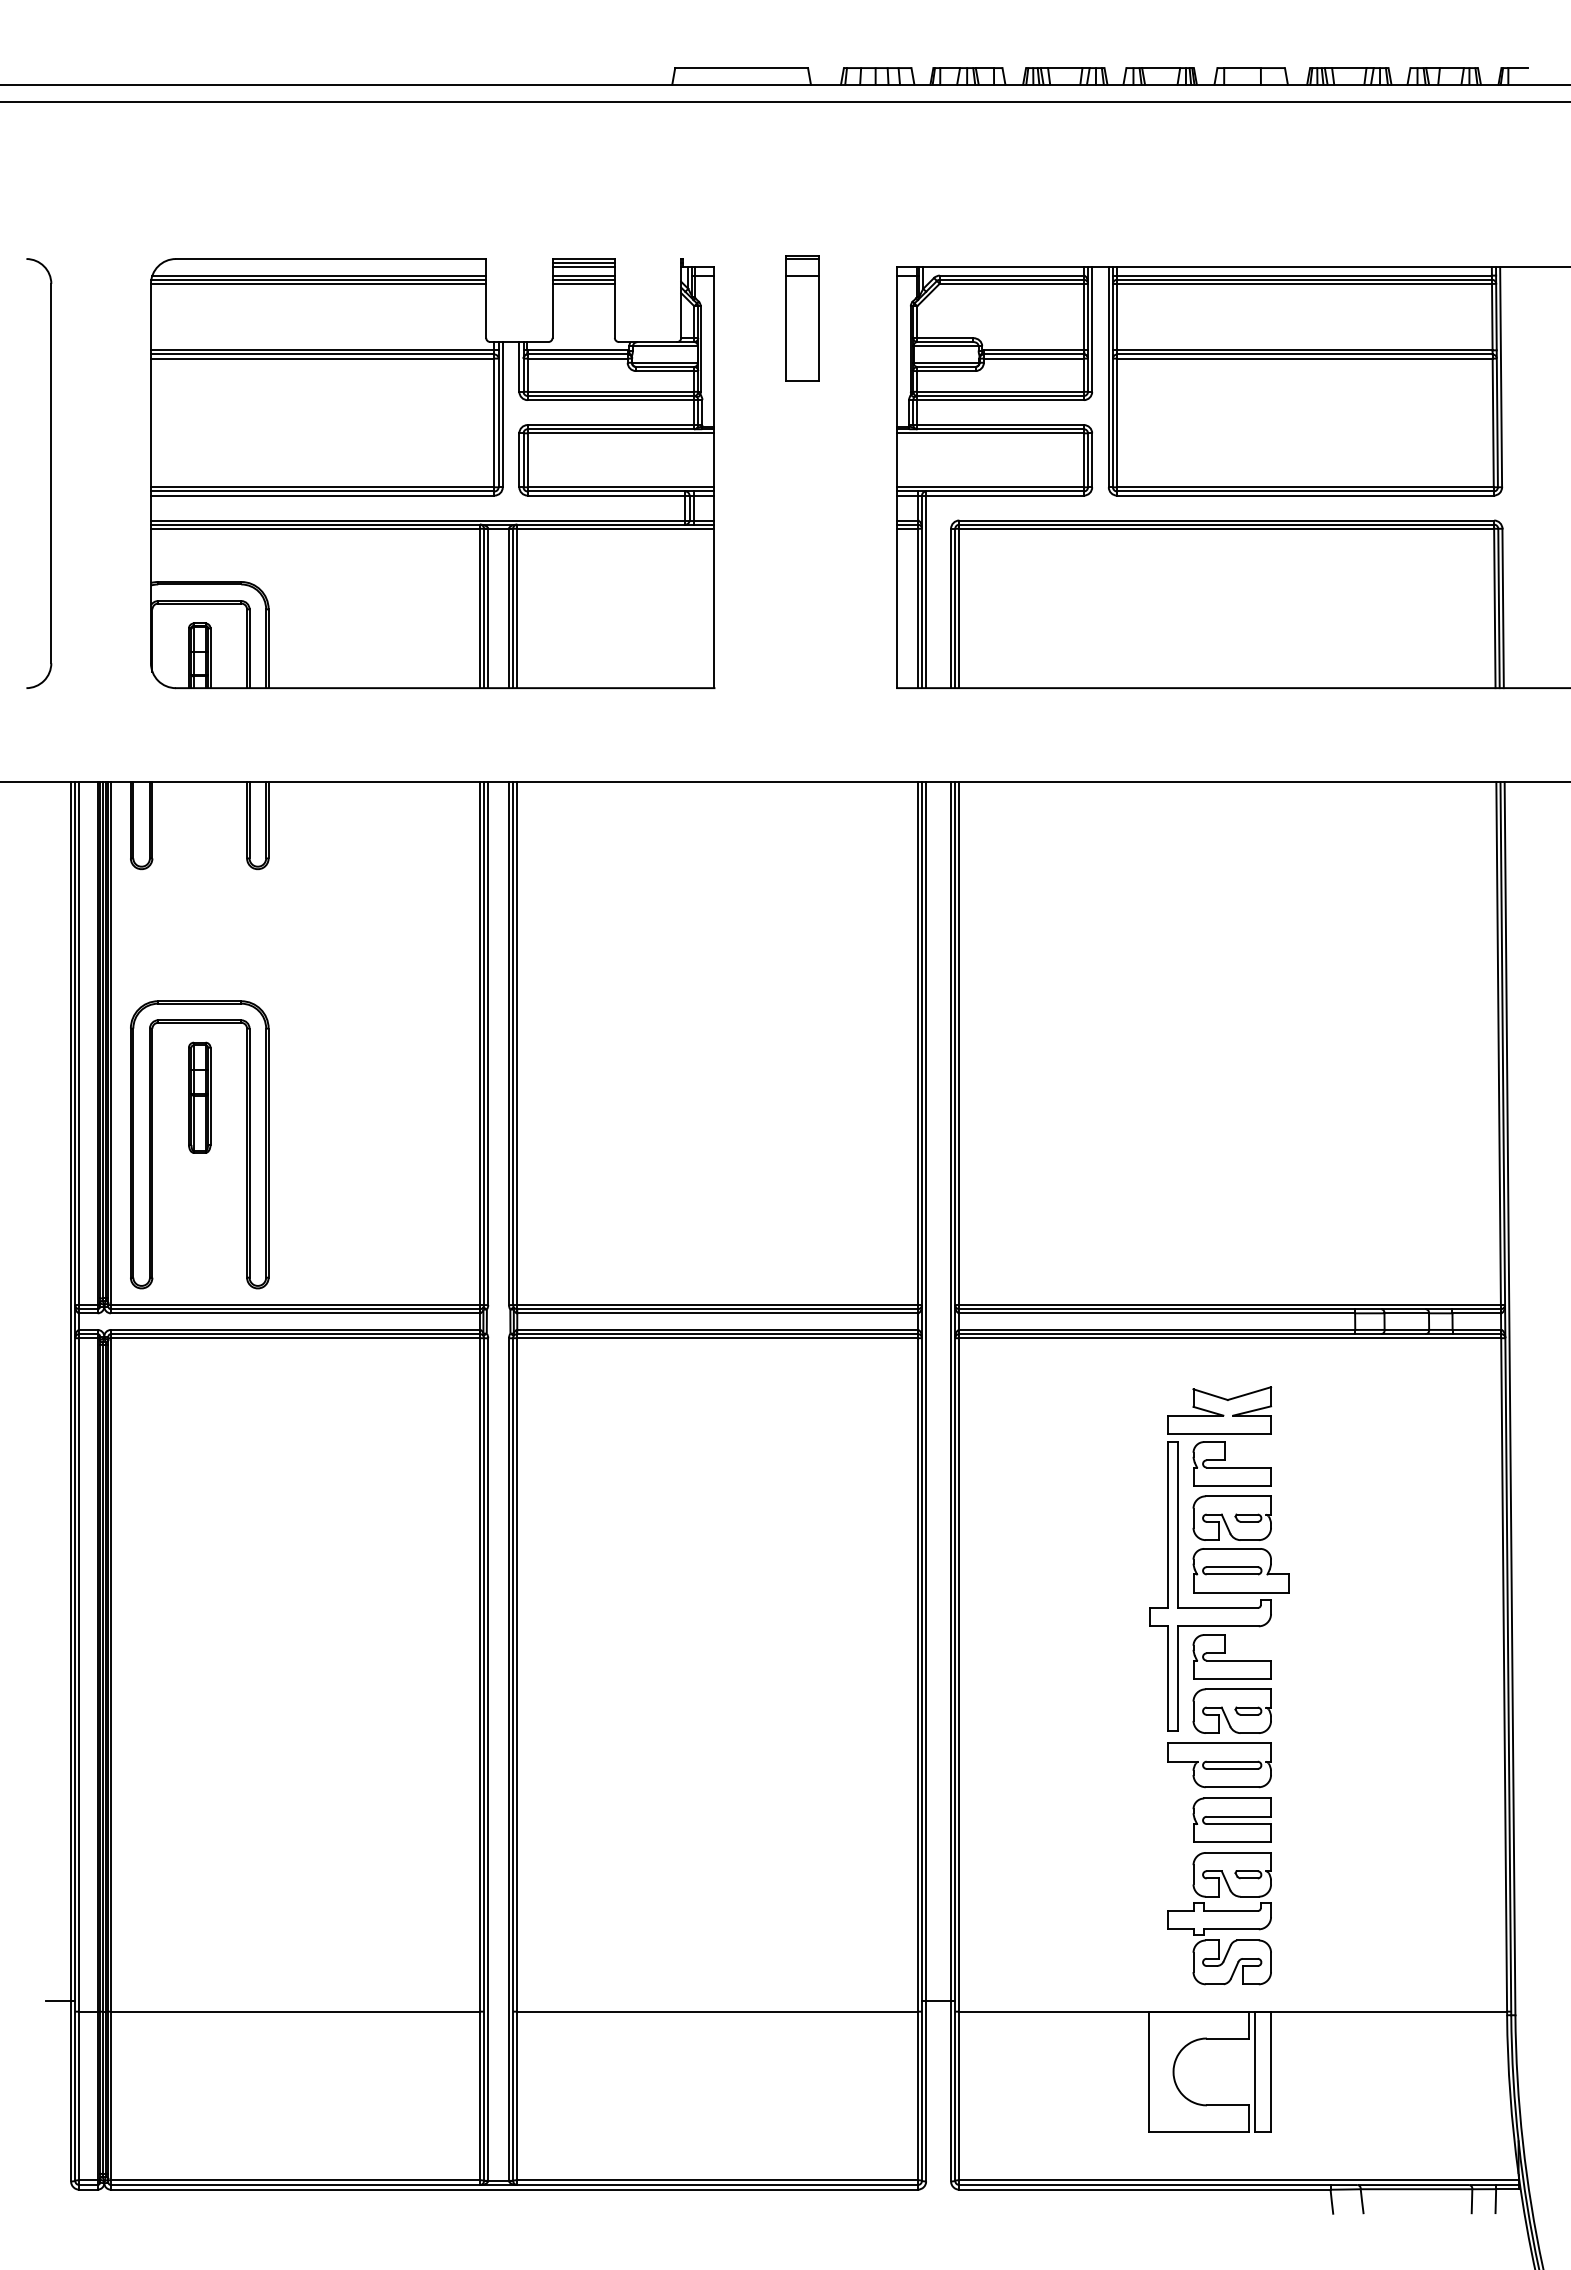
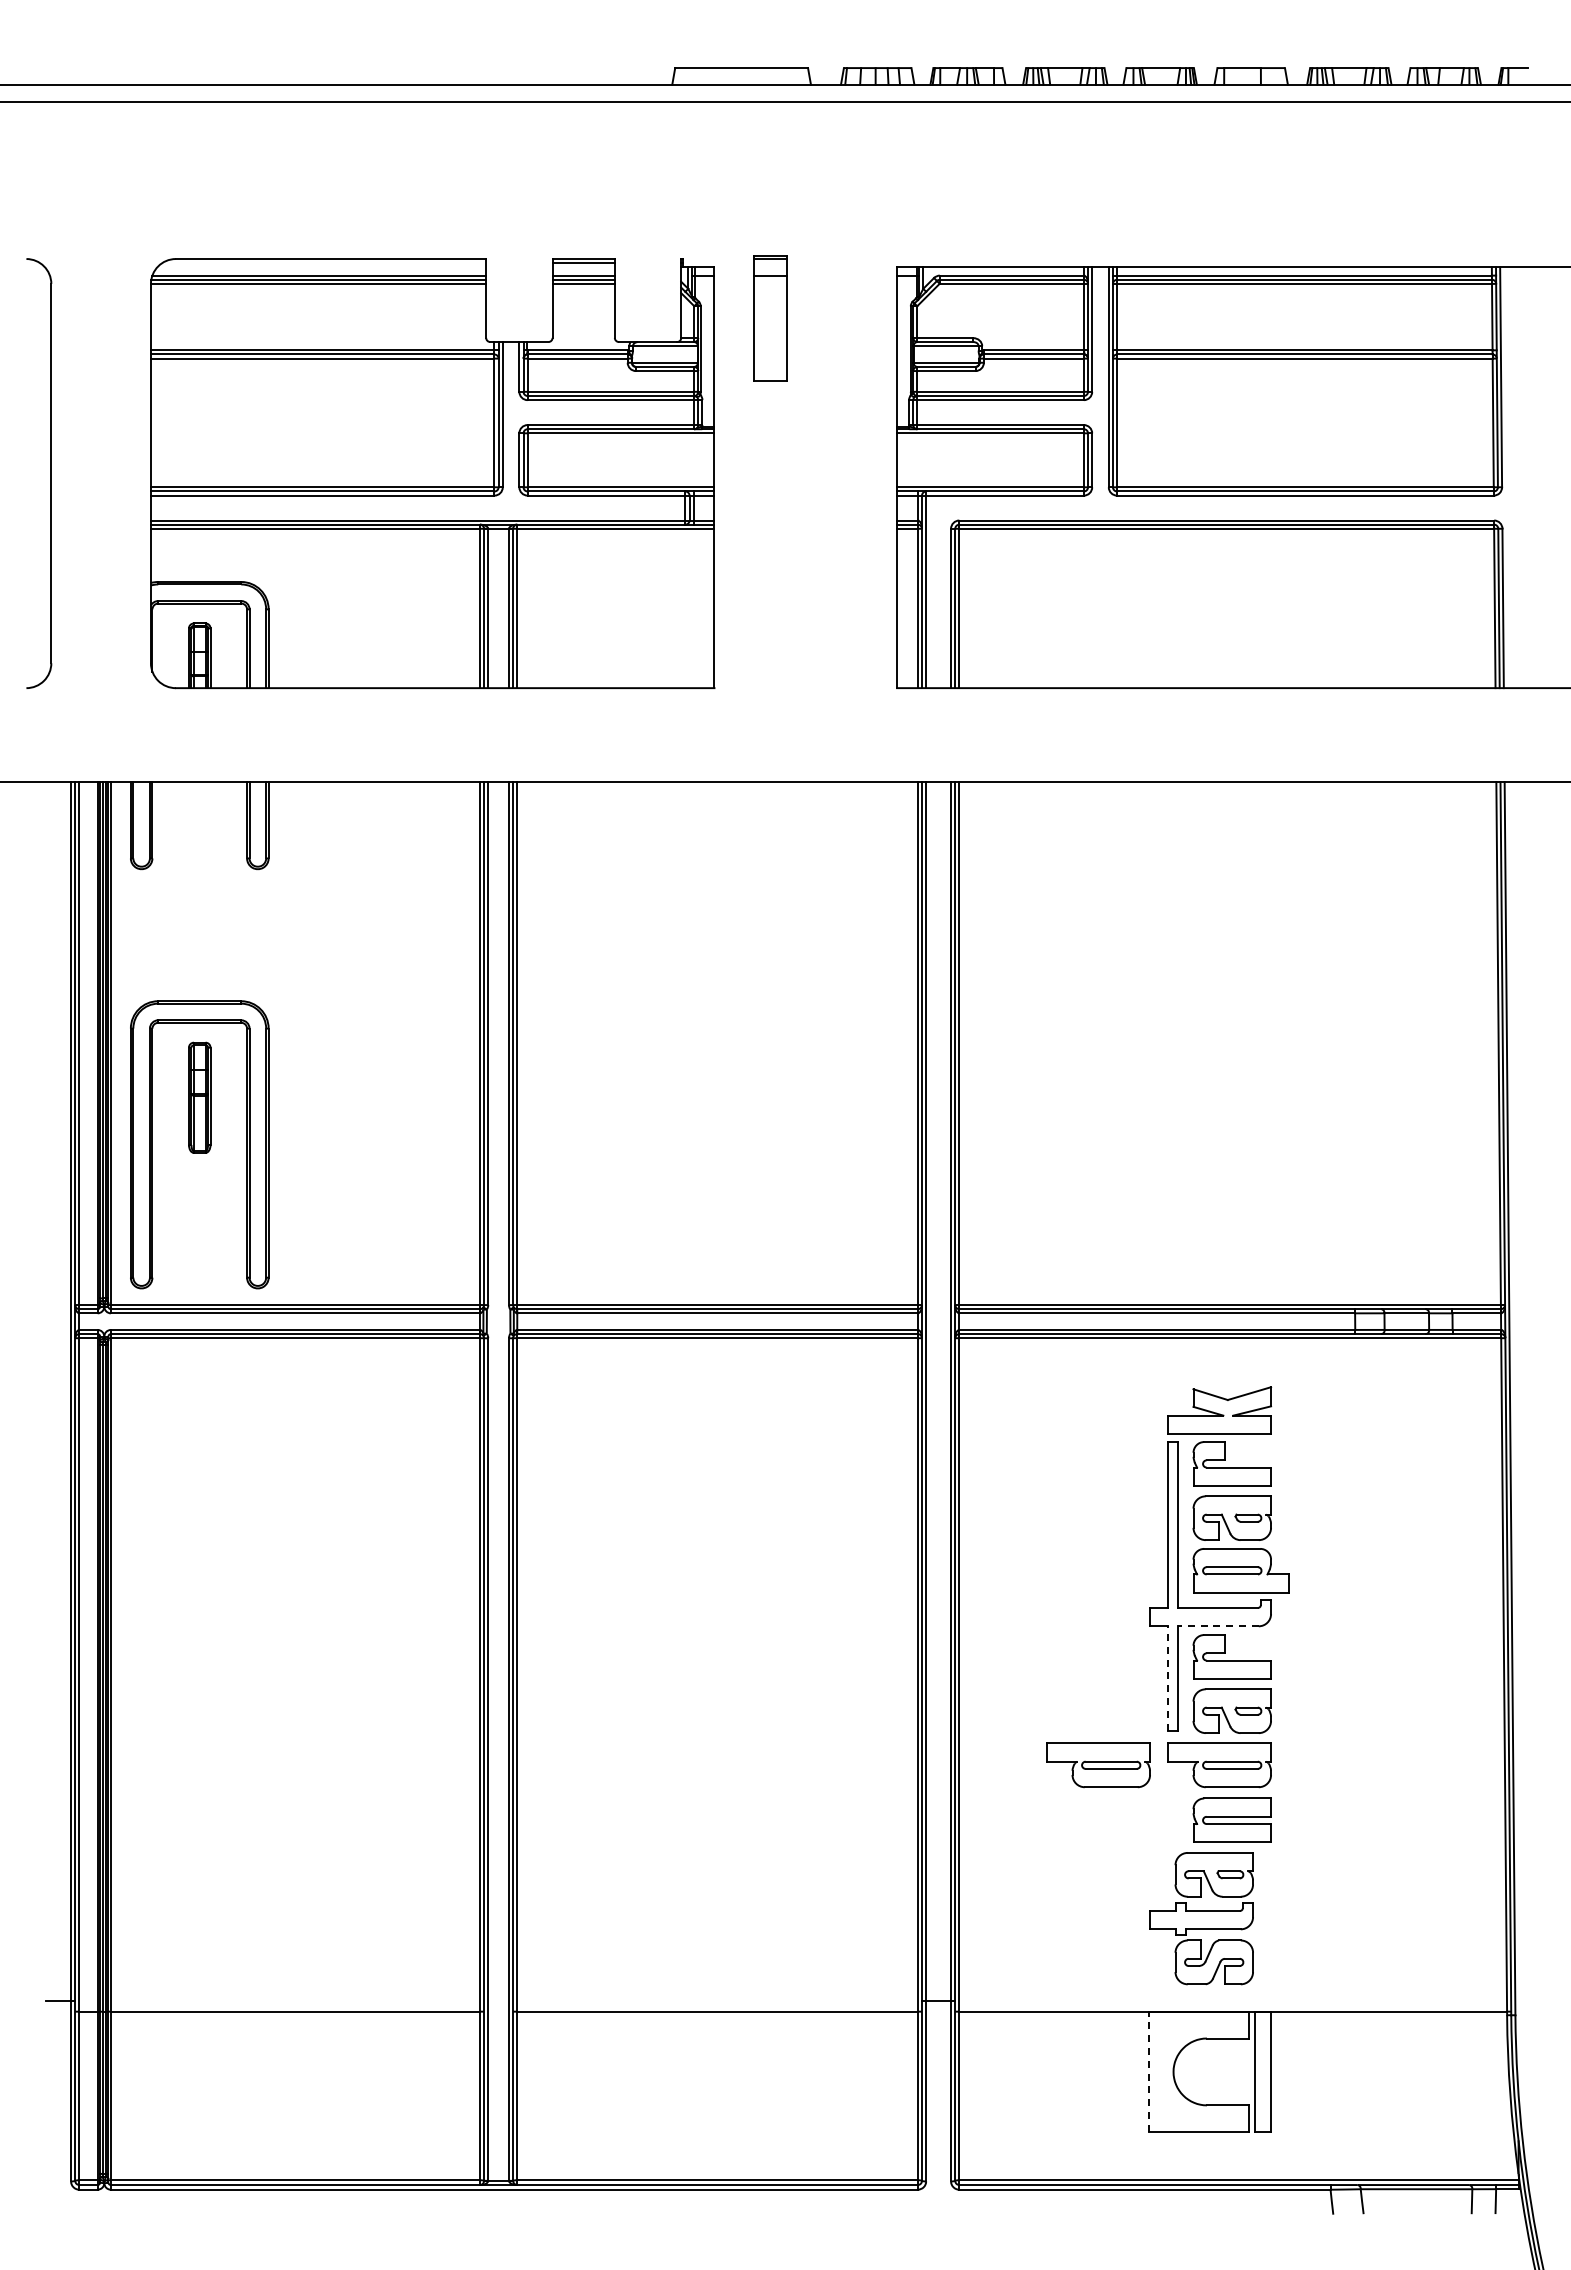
line at (583, 267): present -> none
part at (802, 318) position: (802, 318) -> (770, 318)
line at (1217, 1626): solid -> dashed
line at (1167, 1677): solid -> dashed
part at (1098, 1765): none -> present
part at (1219, 1918) position: (1219, 1918) -> (1201, 1918)
line at (1149, 2071): solid -> dashed
